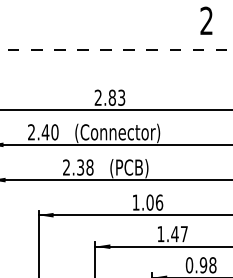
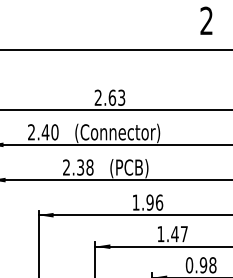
line at (116, 50): dashed -> solid
text at (112, 97): 2.83 -> 2.63
text at (149, 202): 1.06 -> 1.96
